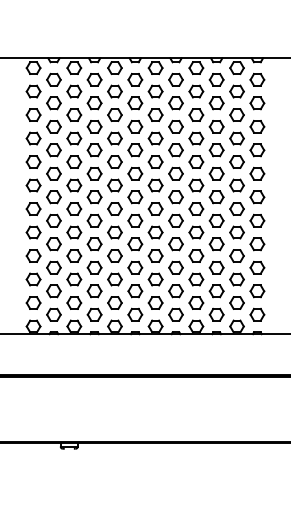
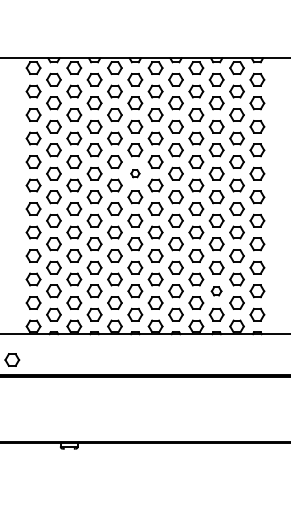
part at (135, 173) size: 17x15 px -> 11x10 px
part at (216, 291) size: 17x15 px -> 13x11 px
part at (12, 359): none -> present
